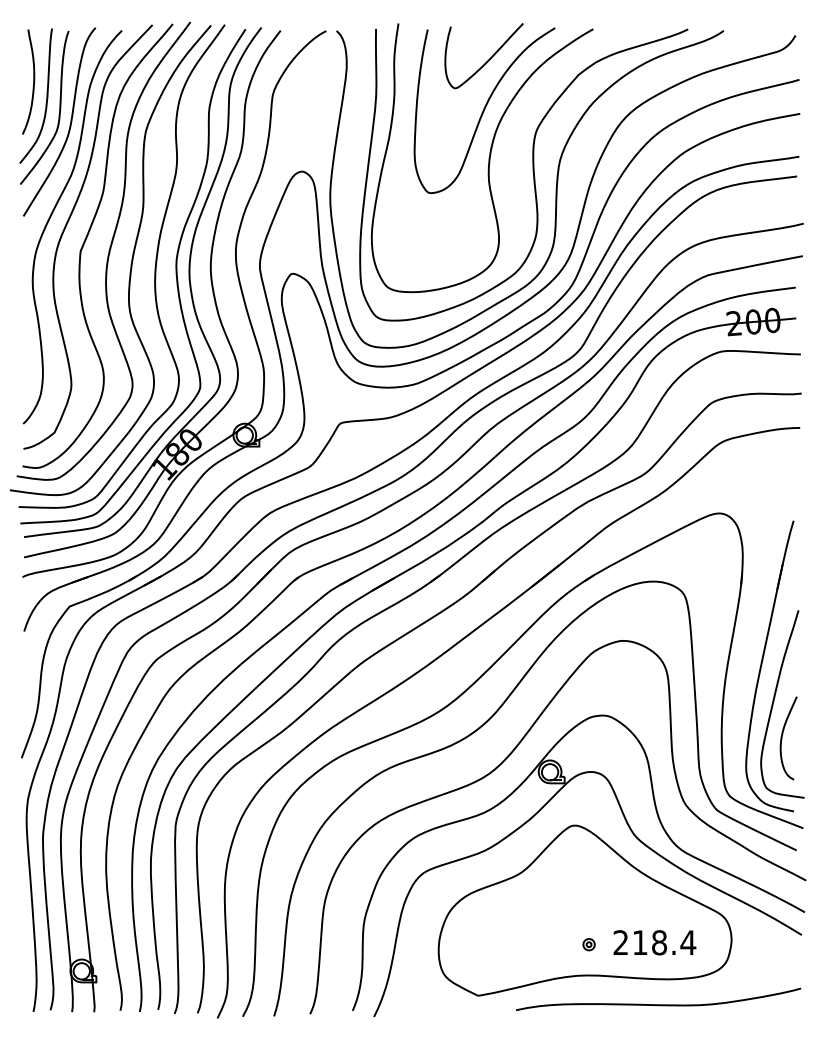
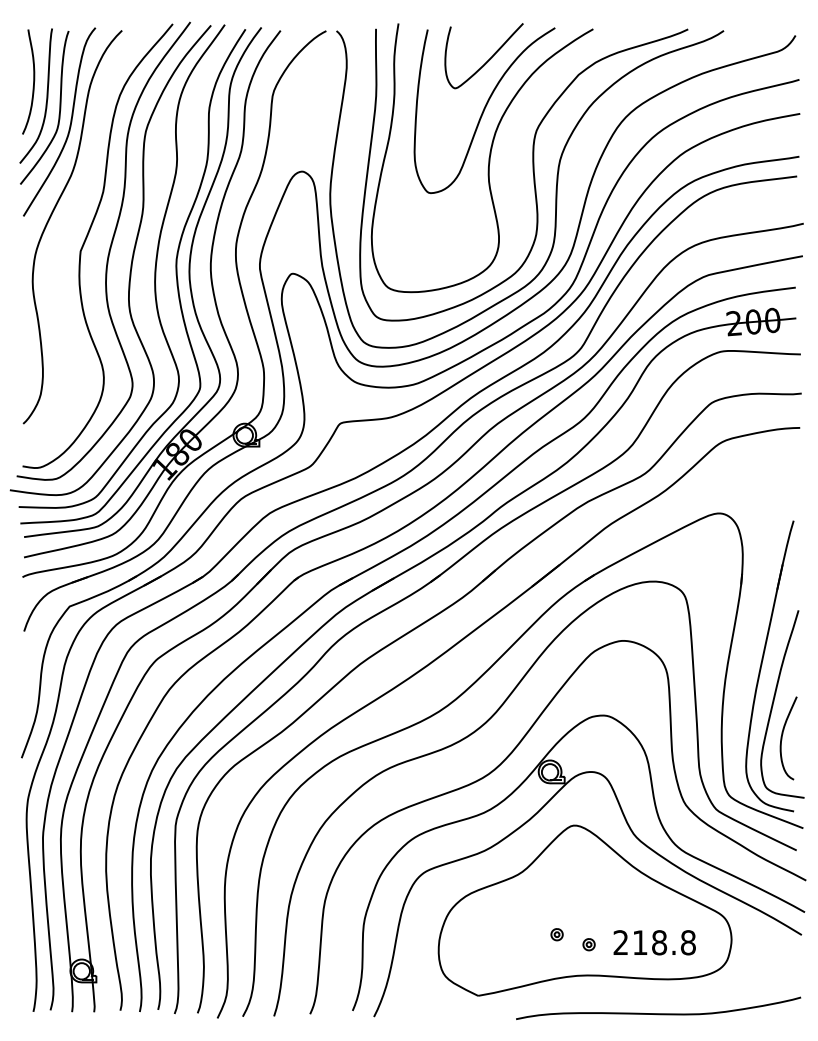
curve at (67, 225): present -> none
part at (556, 934): none -> present
text at (688, 942): 218.4 -> 218.8
curve at (658, 1004) position: (658, 1004) -> (658, 1013)
